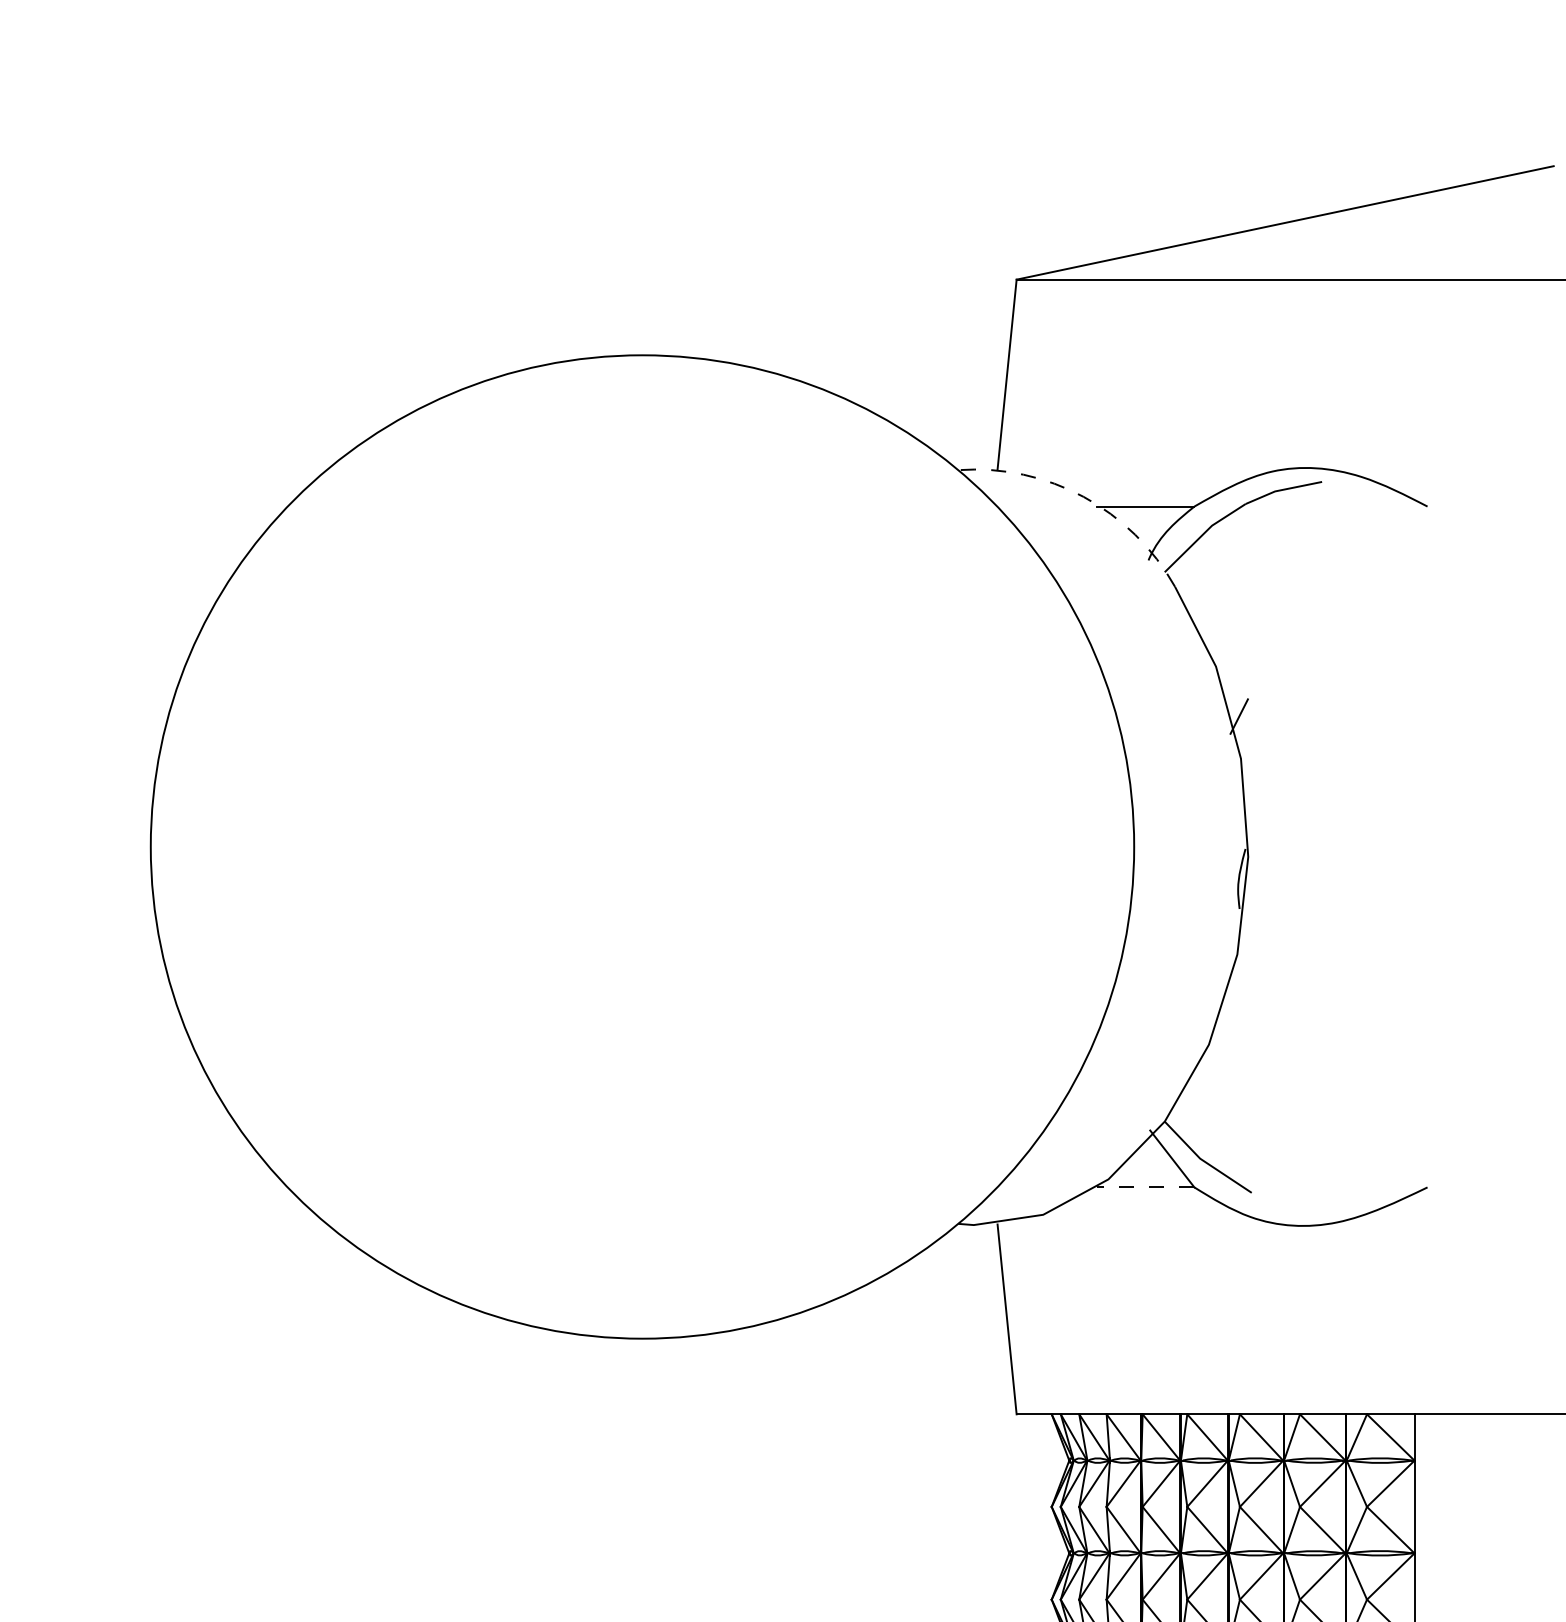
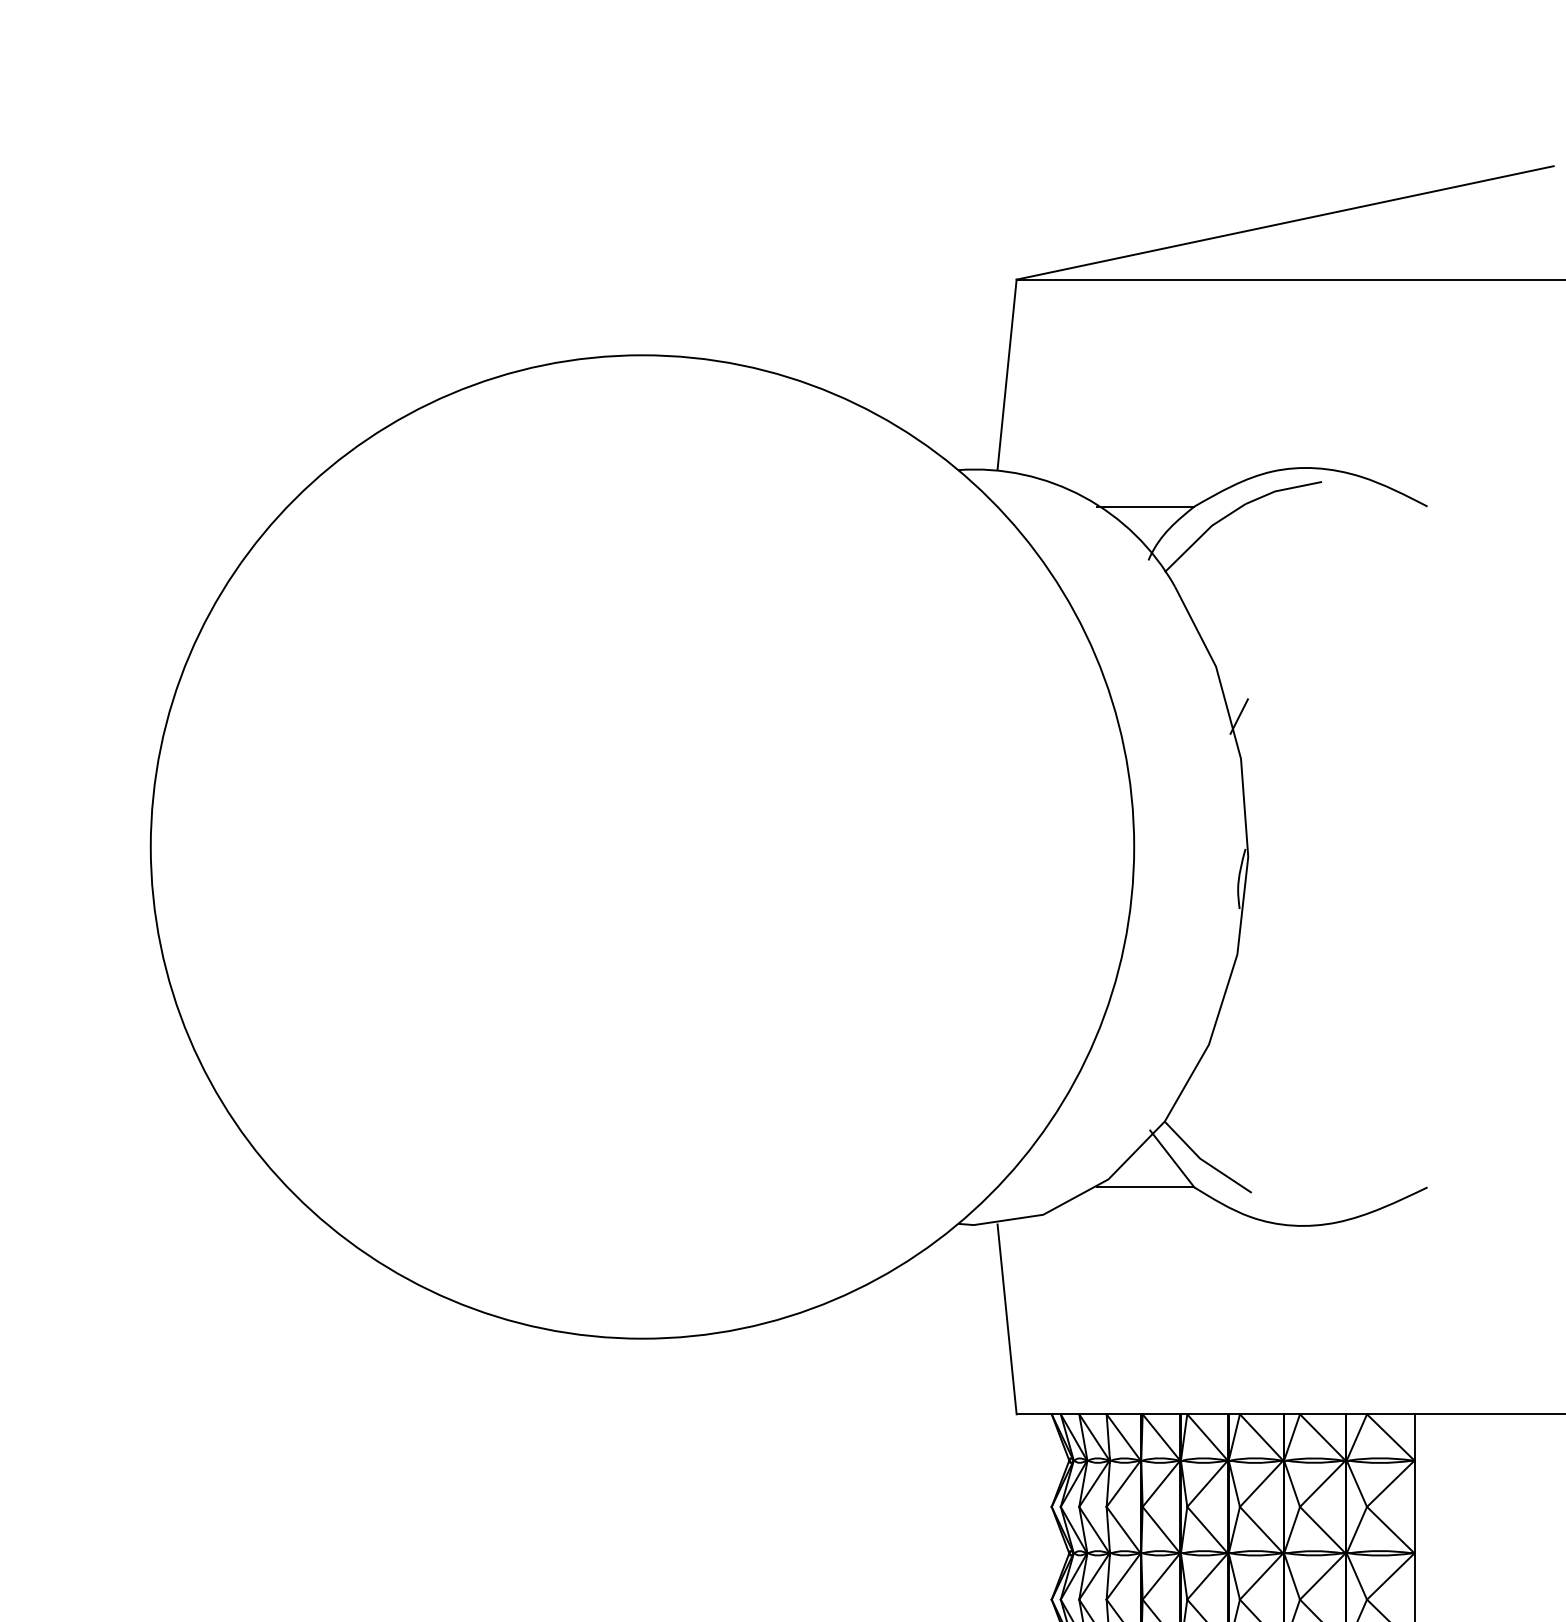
arc at (1083, 496): dashed -> solid
line at (1145, 1187): dashed -> solid
